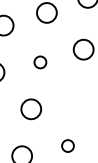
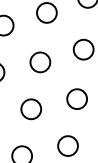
circle at (40, 62) size: 15x15 px -> 23x23 px
circle at (76, 98): none -> present
circle at (67, 145) size: 14x14 px -> 22x22 px
